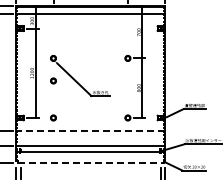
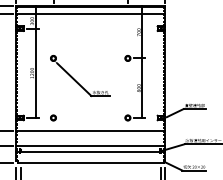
part at (53, 80): present -> none
line at (90, 131): dashed -> solid
line at (90, 162): dashed -> solid
